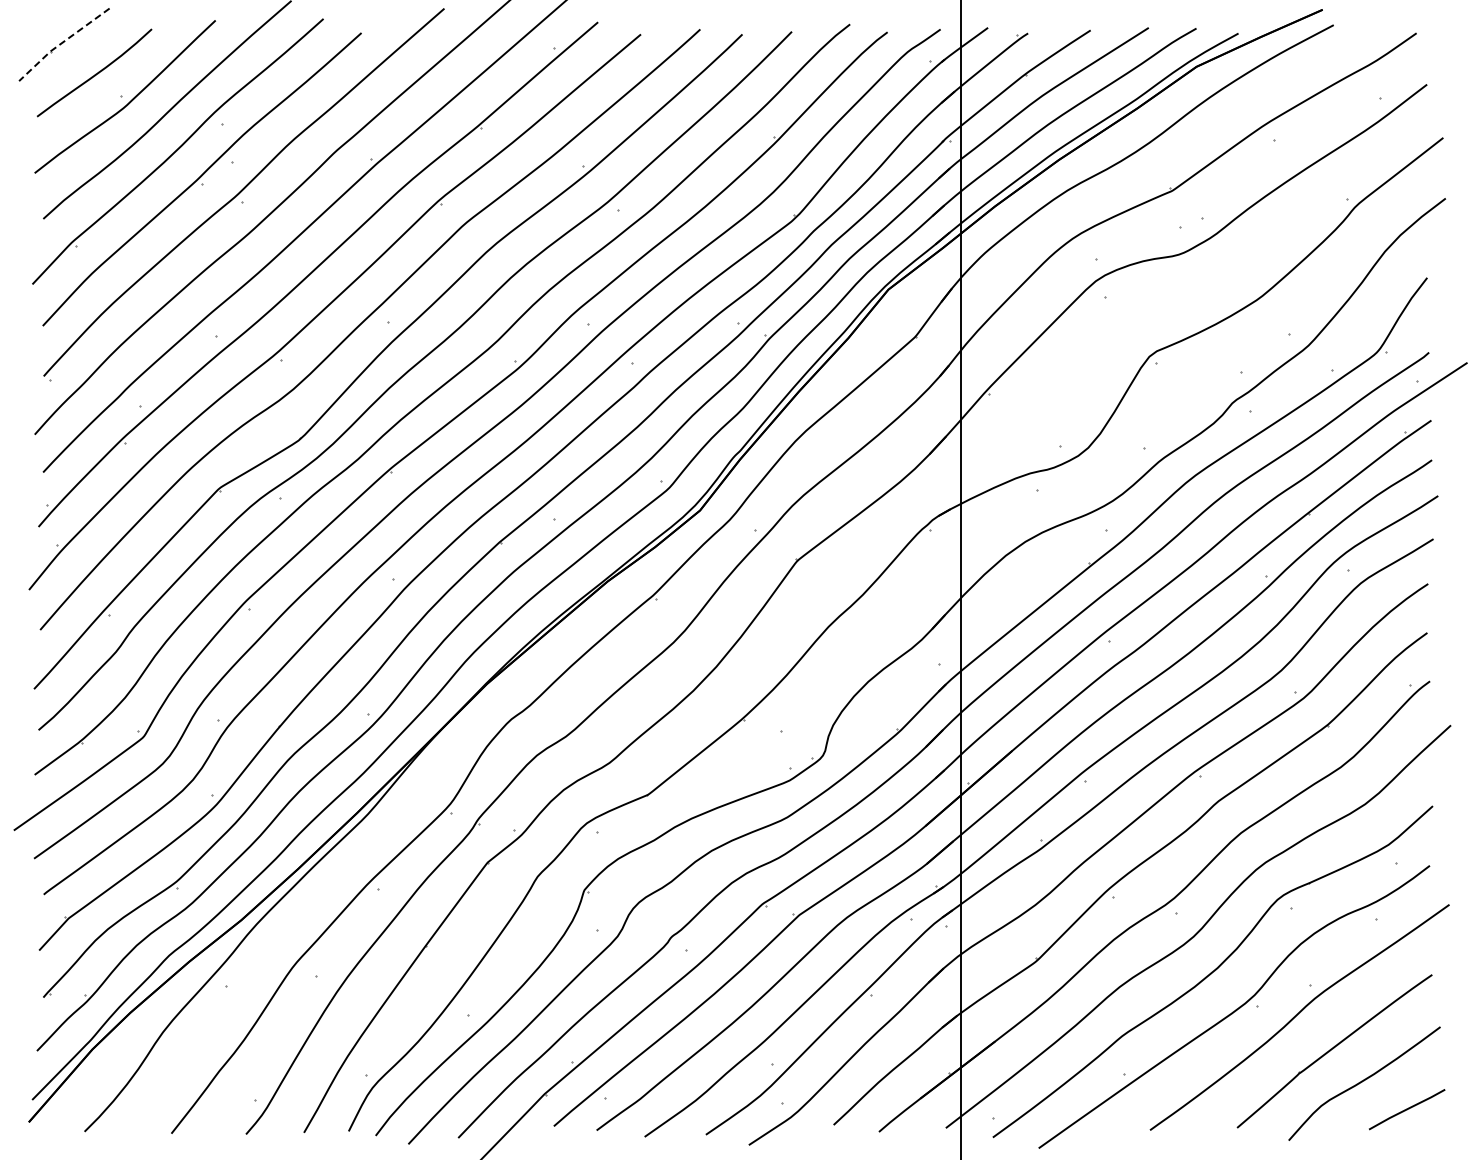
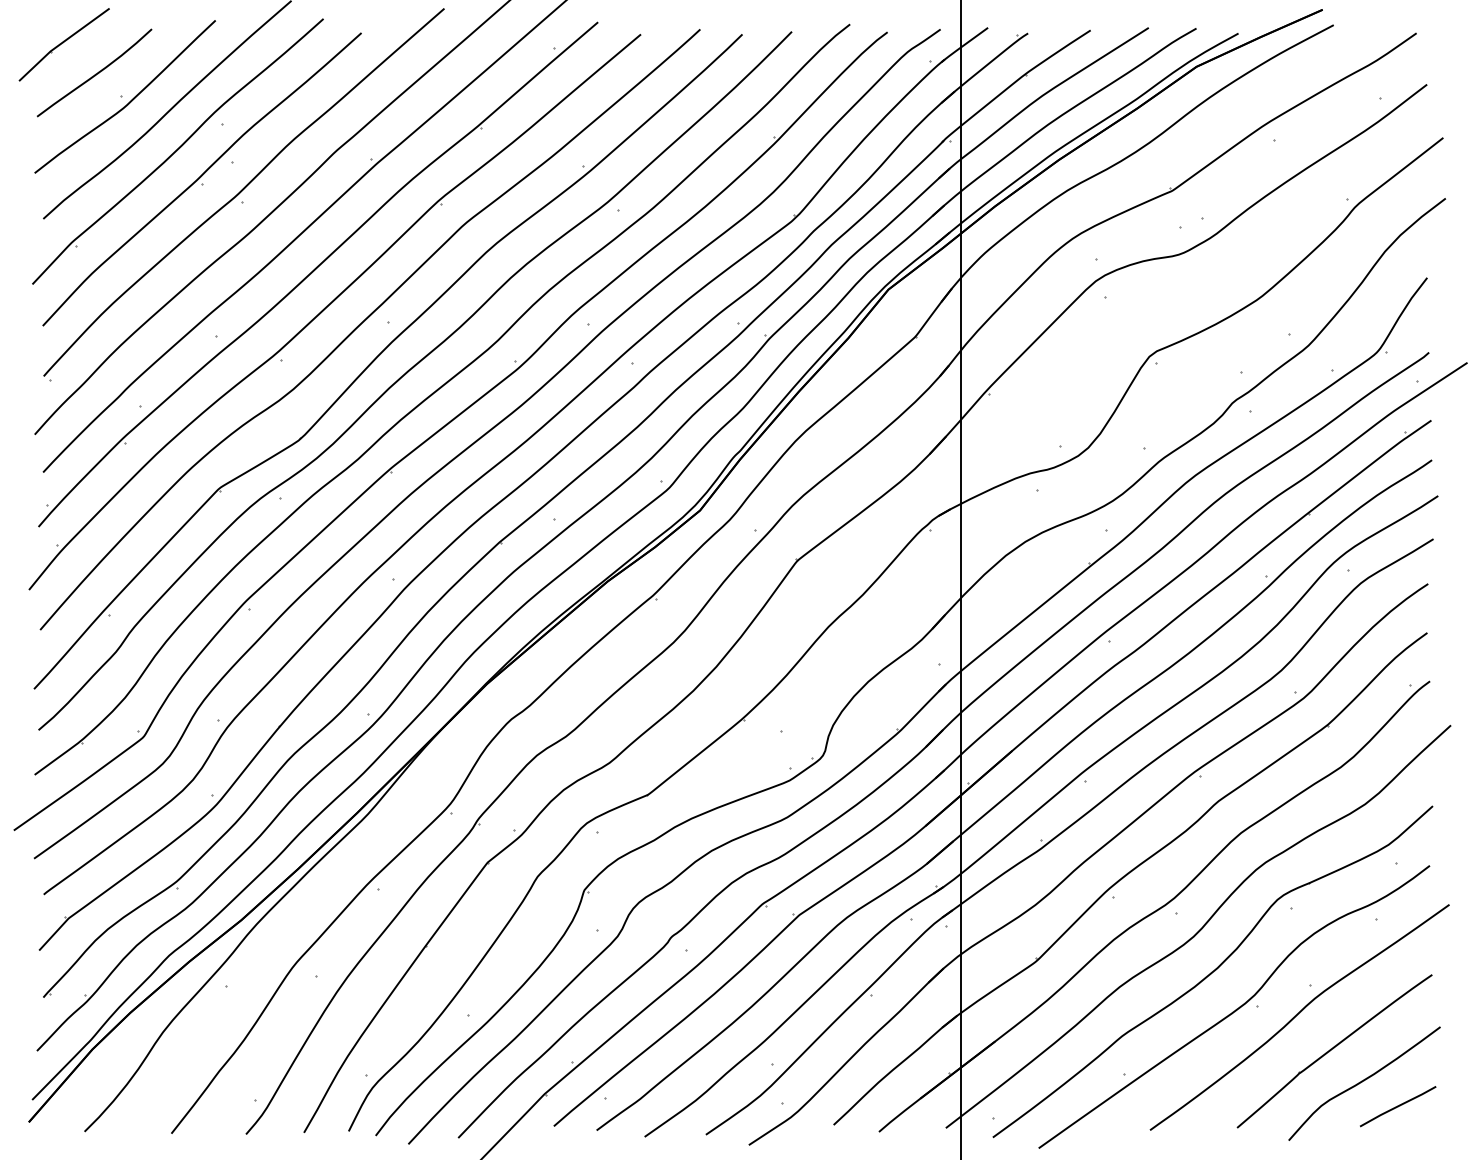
line at (61, 43): dashed -> solid
line at (1407, 1109) position: (1407, 1109) -> (1398, 1106)
